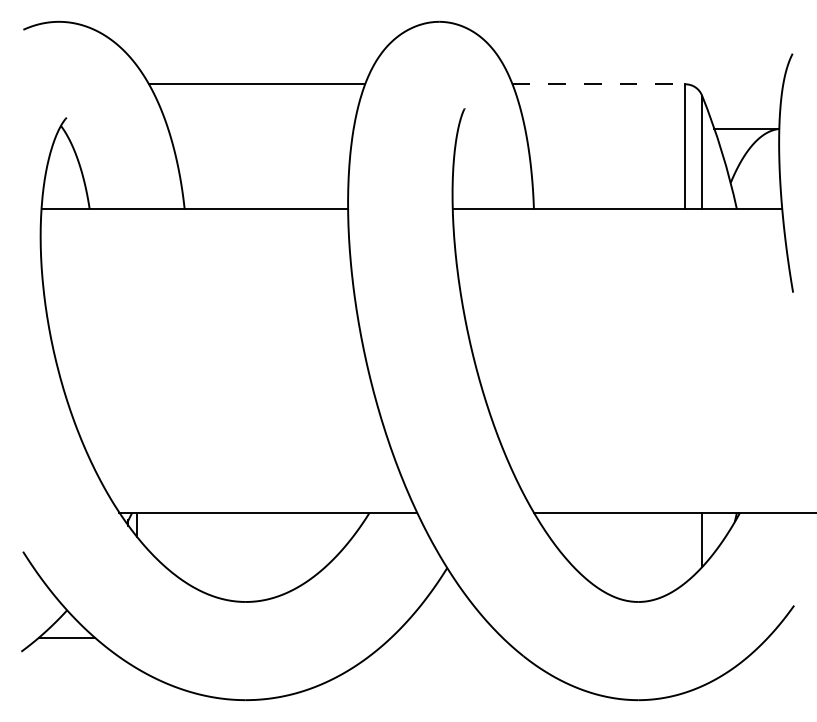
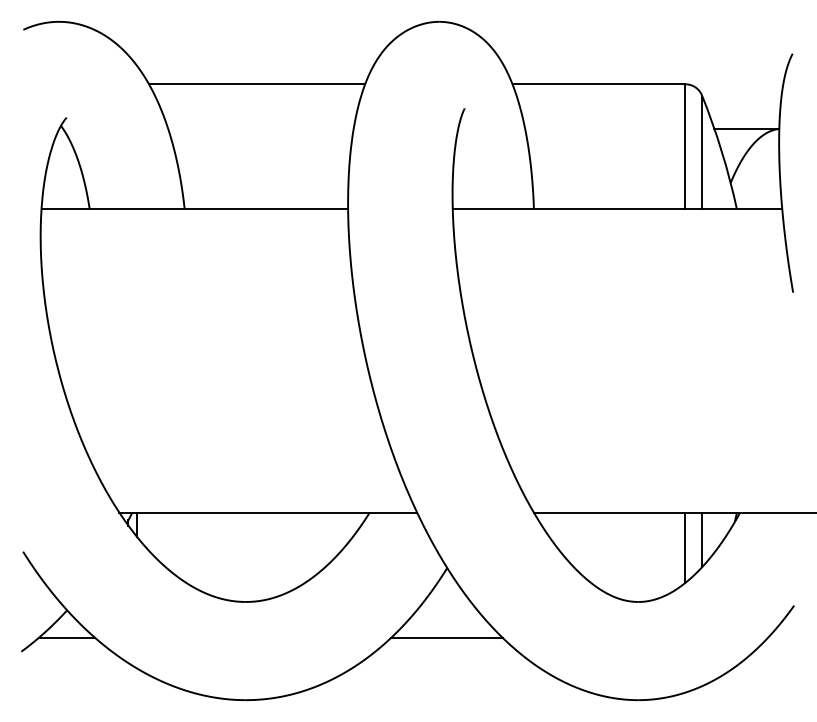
line at (599, 84): dashed -> solid
line at (685, 547): none -> present
line at (446, 637): none -> present
